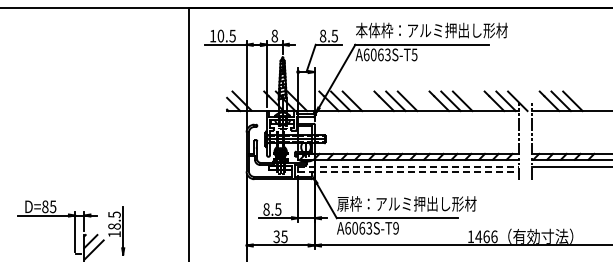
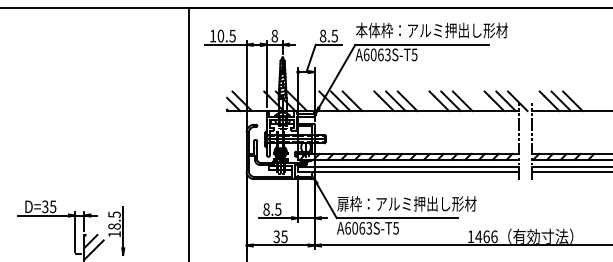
line at (408, 166): dashed -> solid
line at (408, 172): dashed -> solid
line at (570, 172): none -> present
text at (45, 206): D=85 -> D=35
text at (395, 228): A6063S-T9 -> A6063S-T5
